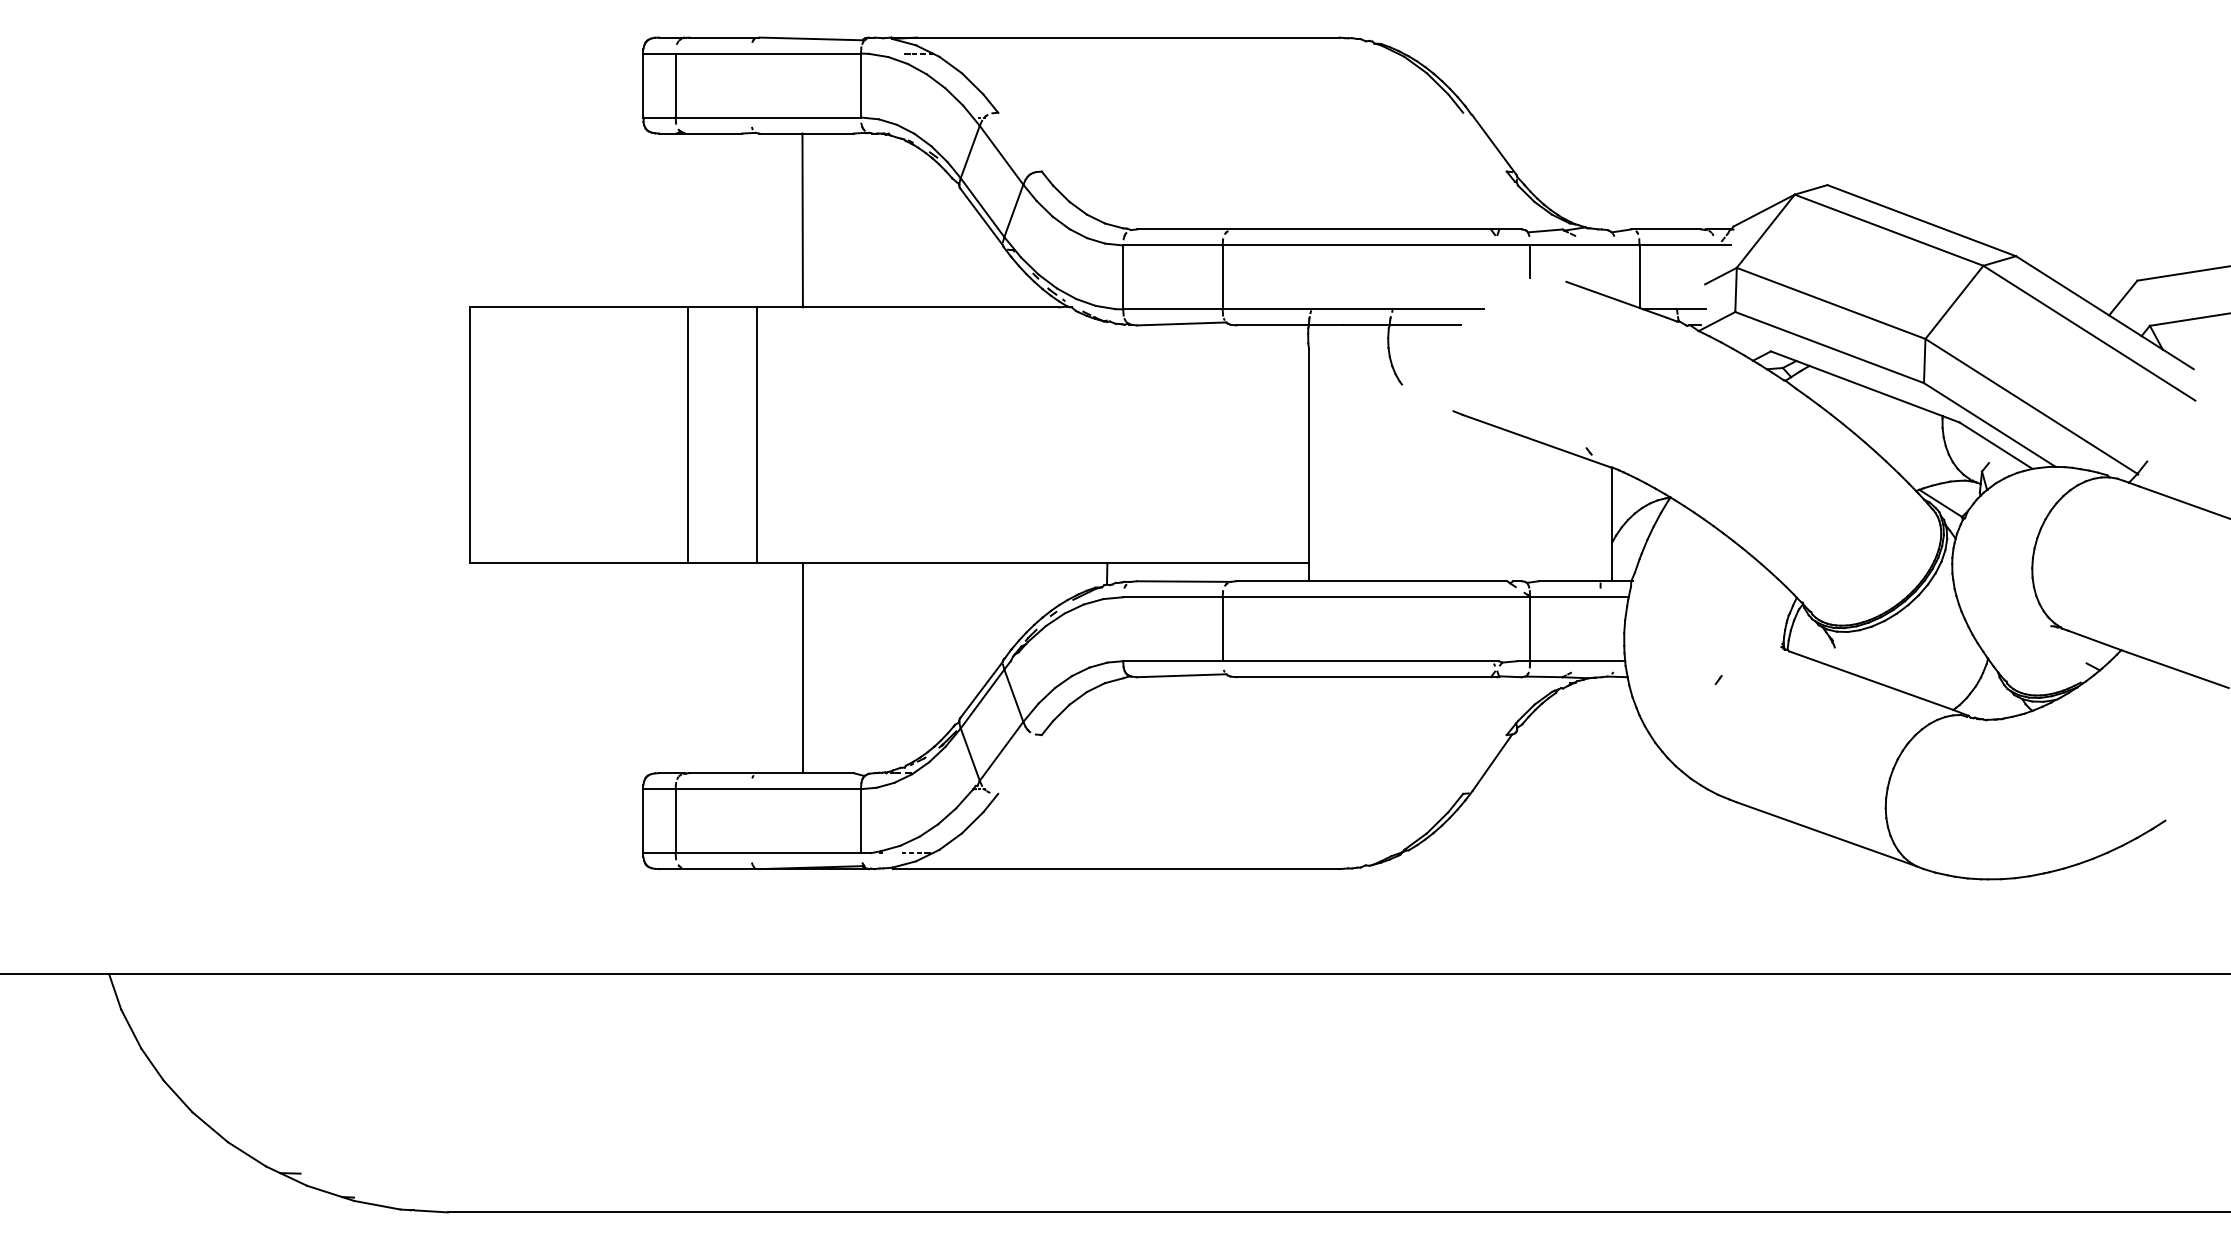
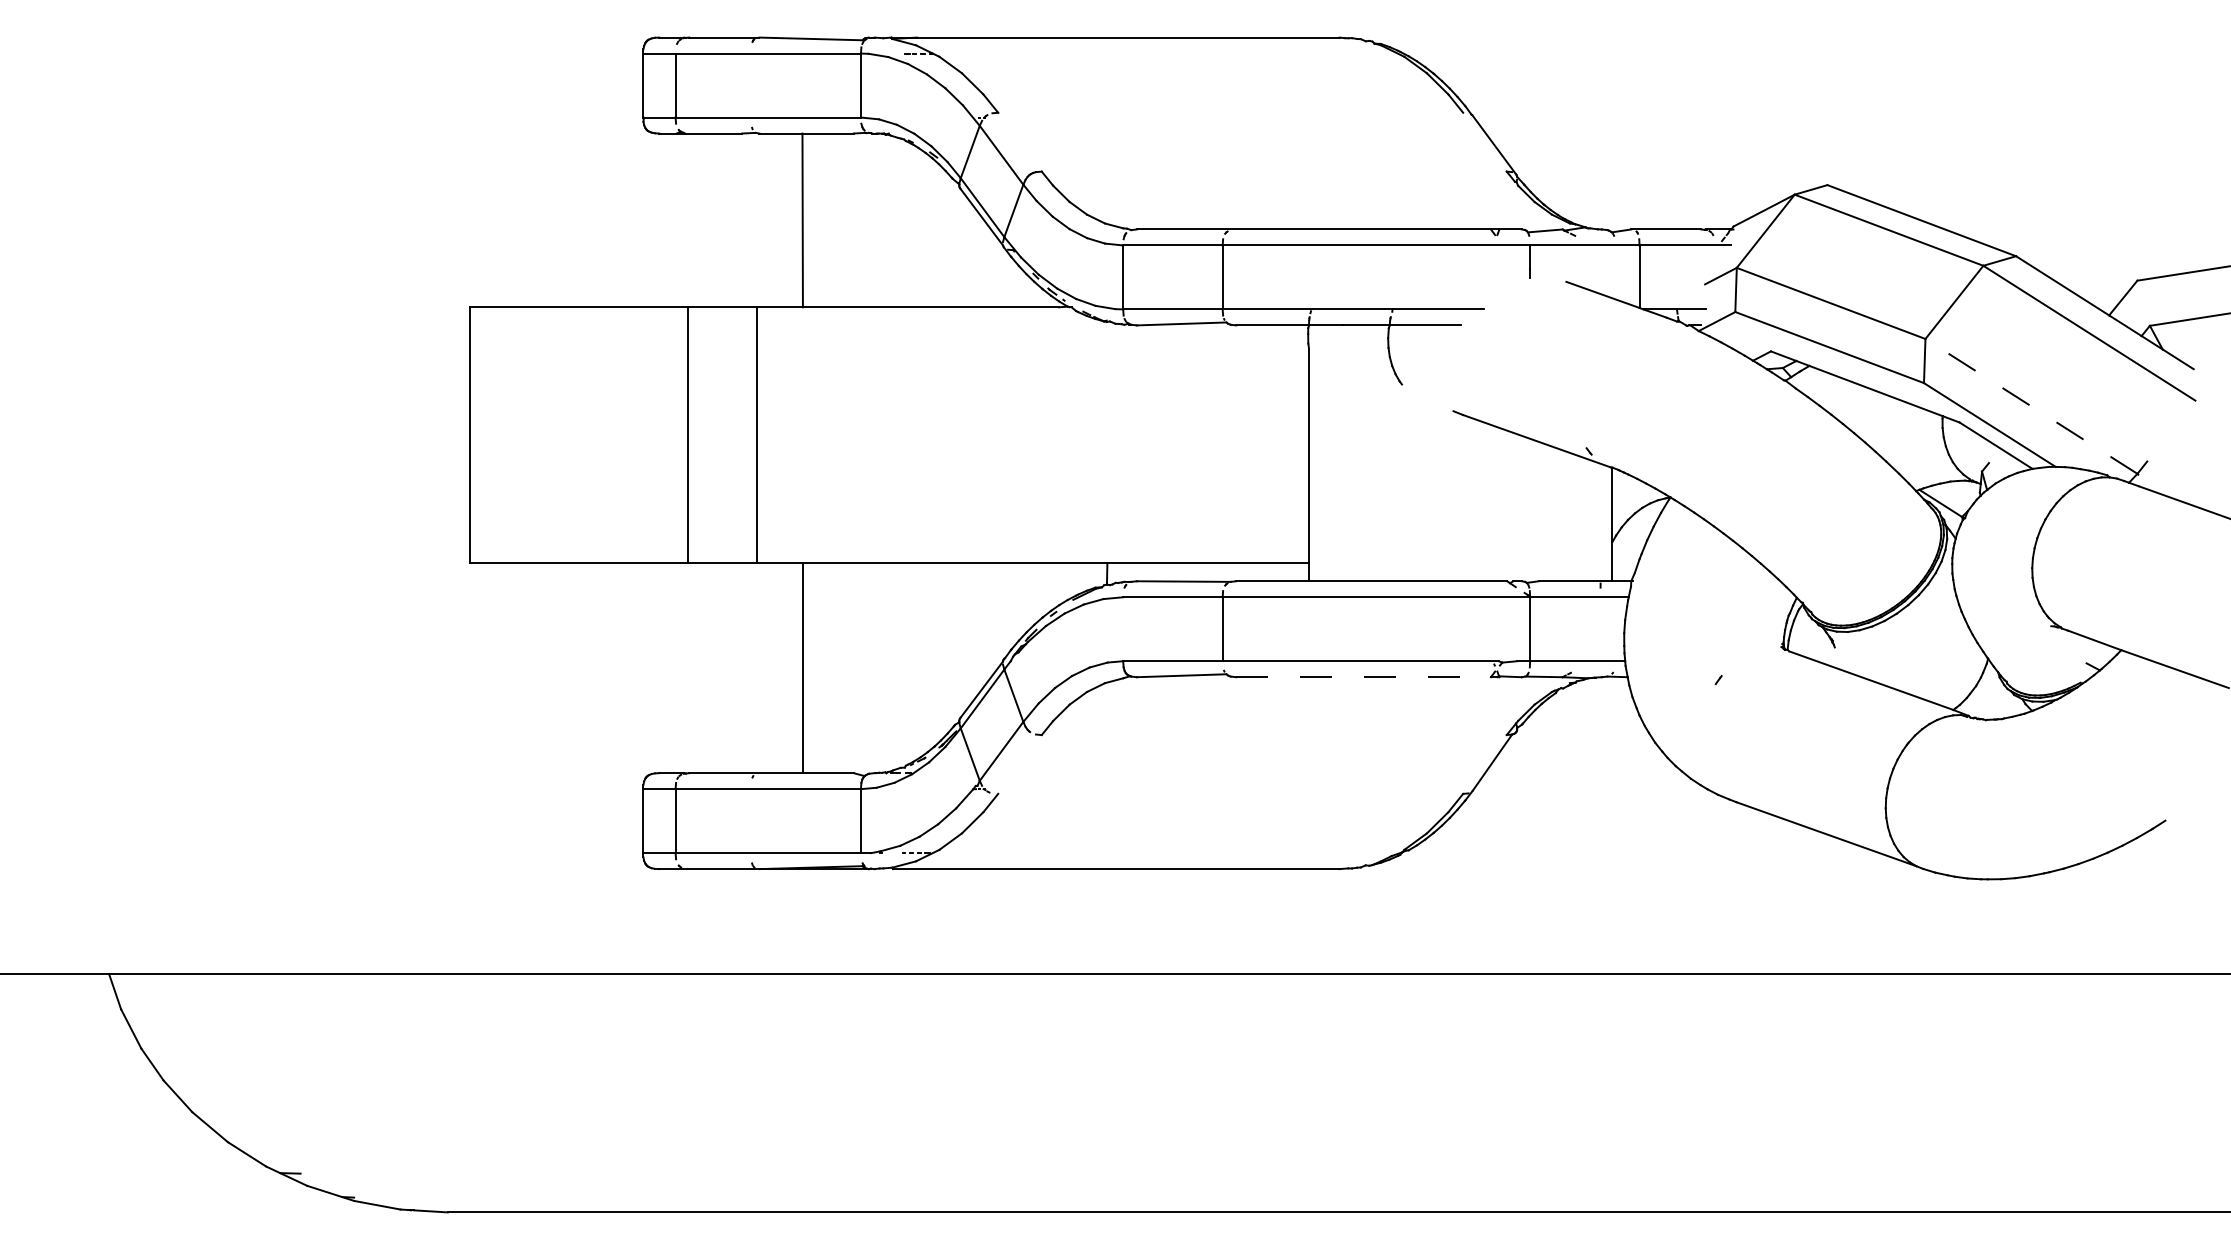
line at (2031, 406): solid -> dashed
line at (1364, 677): solid -> dashed
